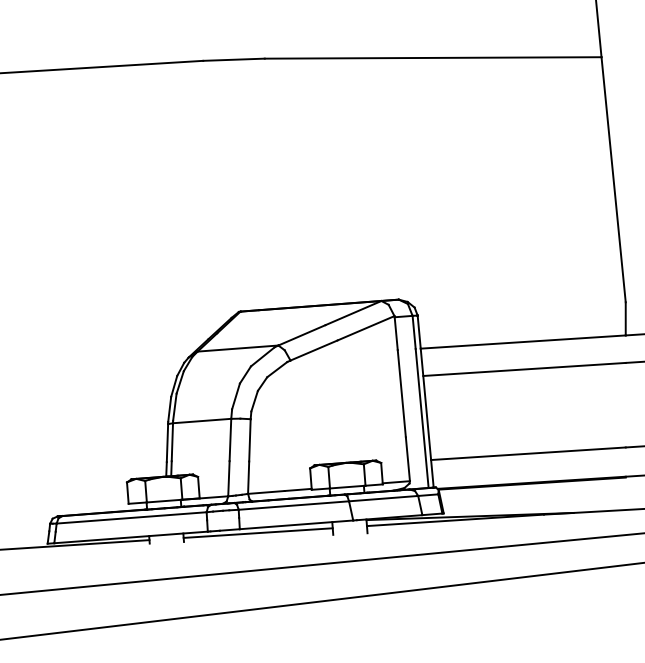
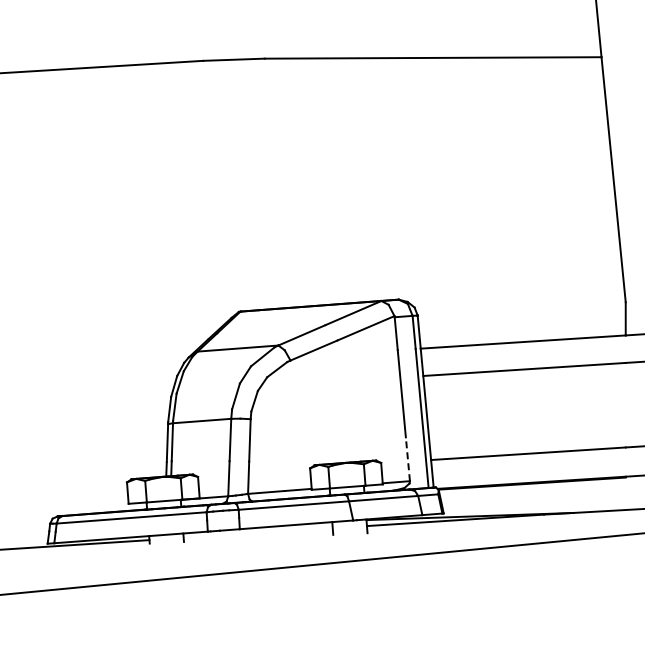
line at (407, 458): solid -> dashed
line at (257, 532): present -> none
line at (321, 601): present -> none
